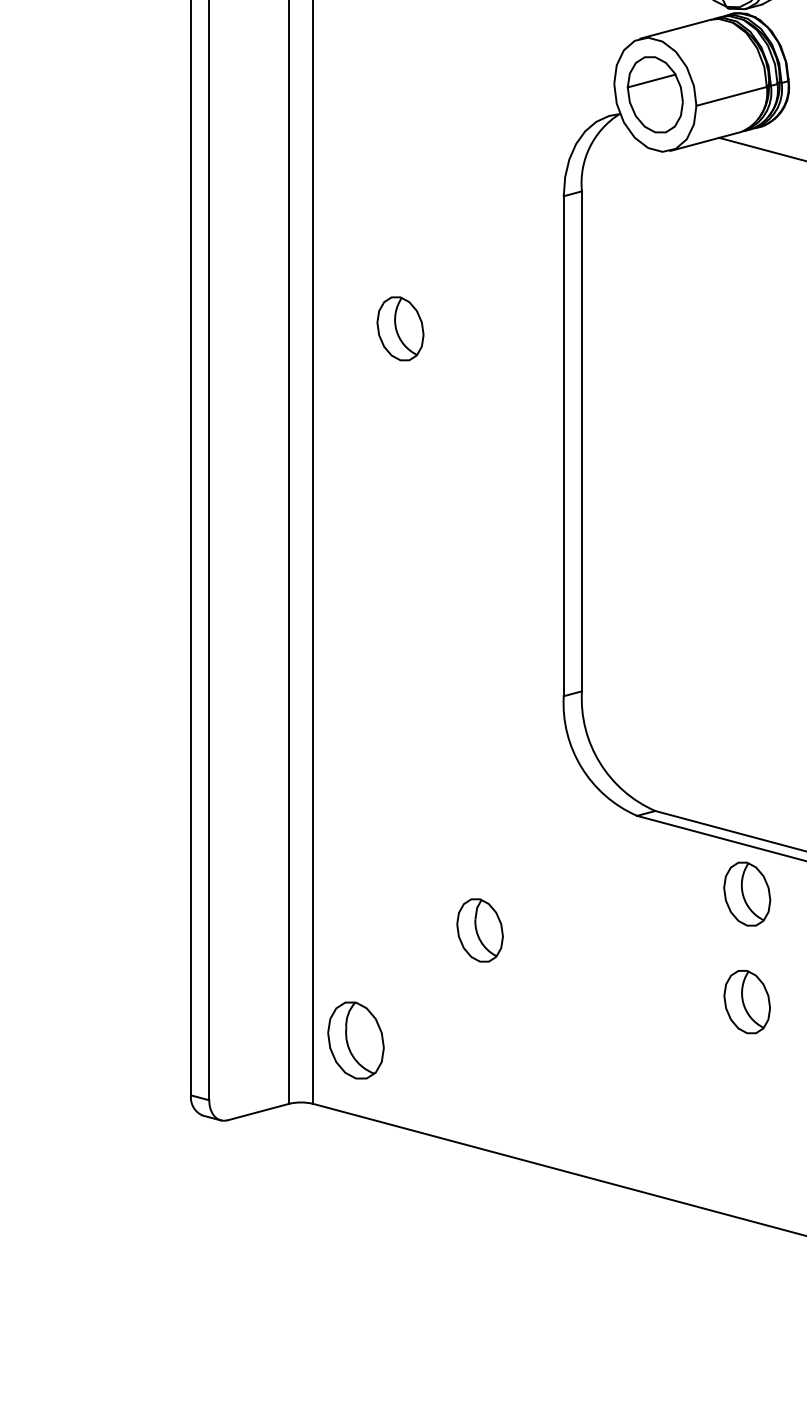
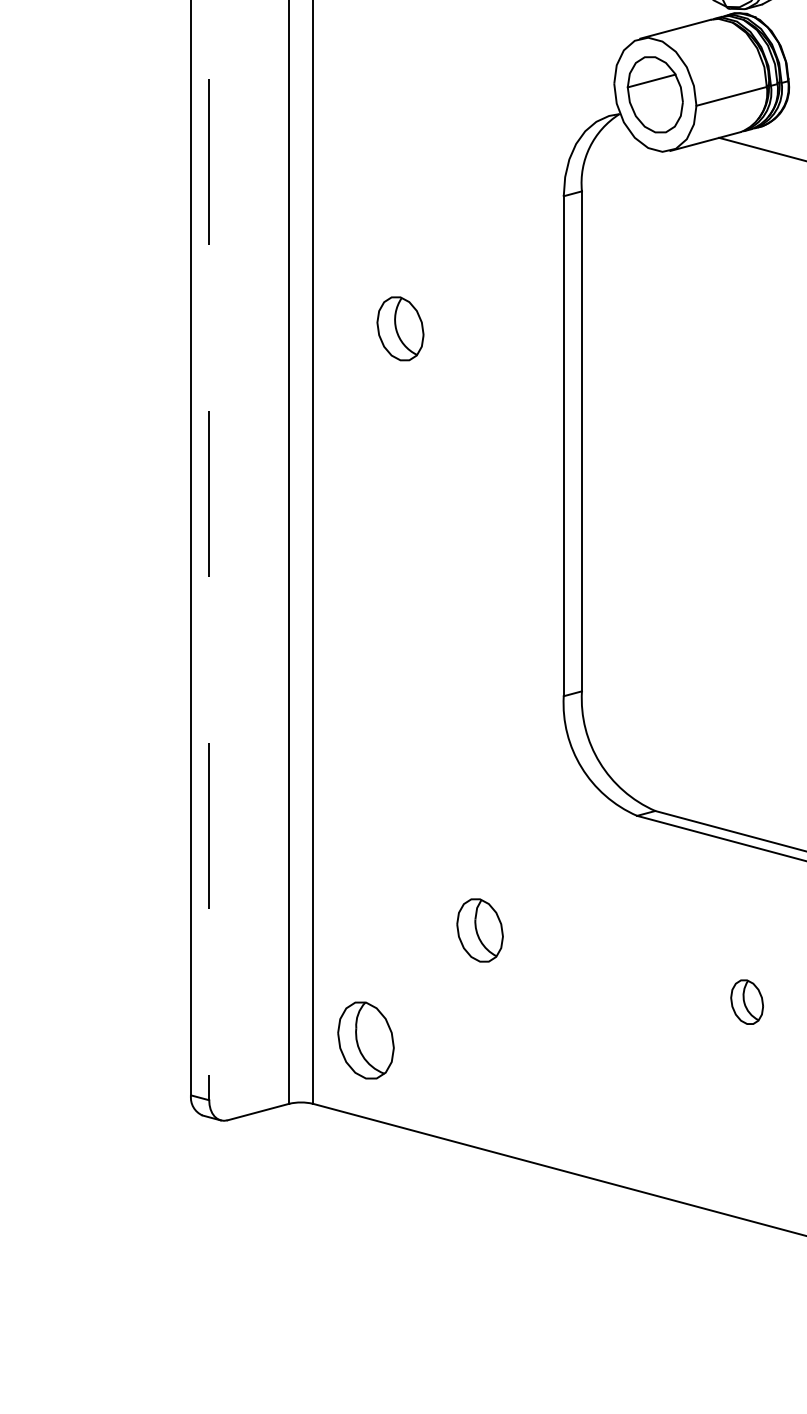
line at (209, 550): solid -> dashed
part at (747, 893): present -> none
part at (746, 1002) size: 48x65 px -> 34x46 px
part at (355, 1040) position: (355, 1040) -> (365, 1040)
